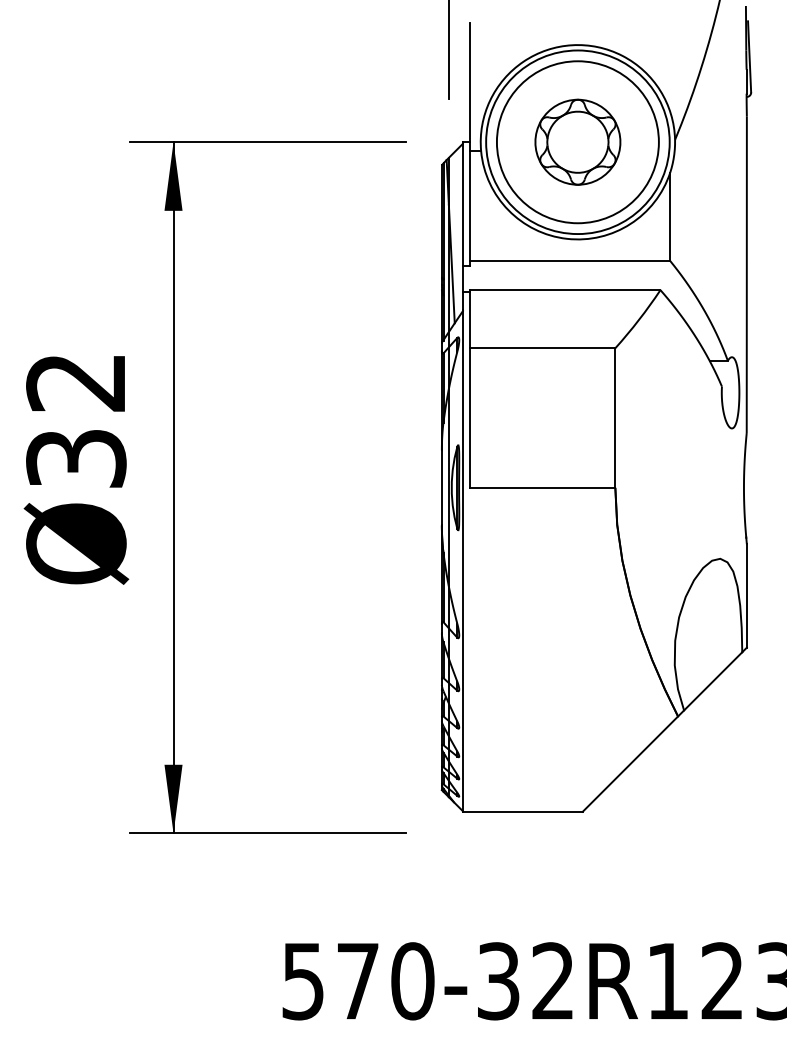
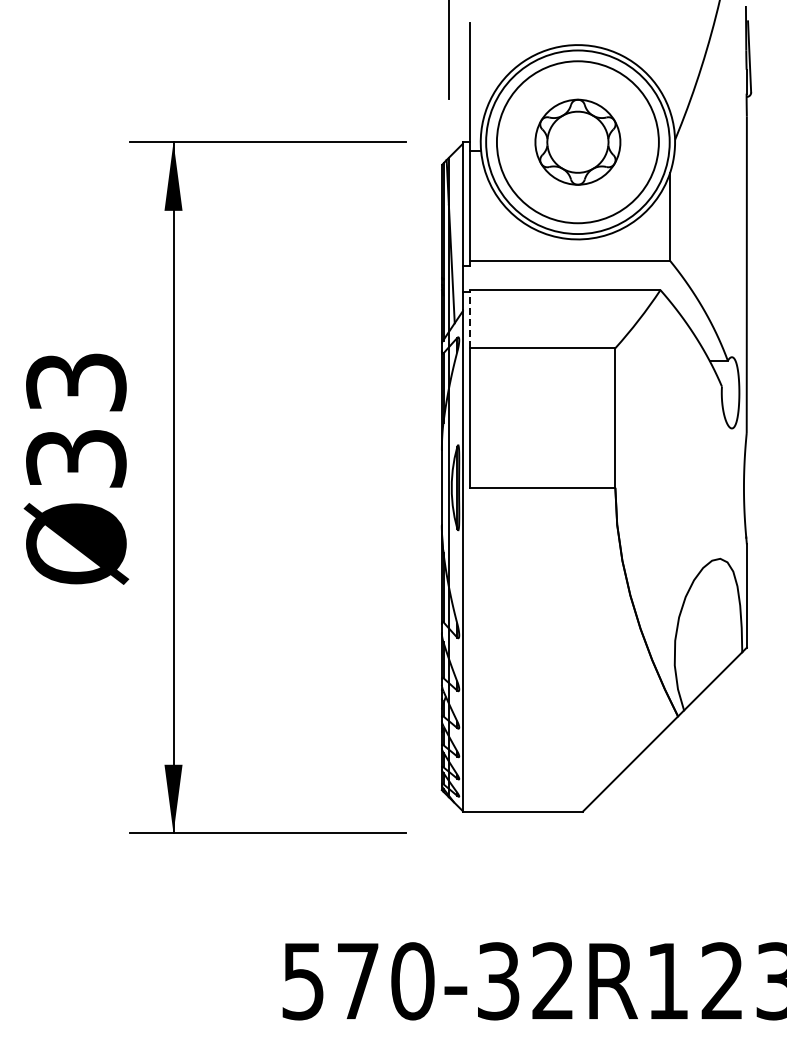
line at (469, 318): solid -> dashed
text at (76, 382): Ø32 -> Ø33
